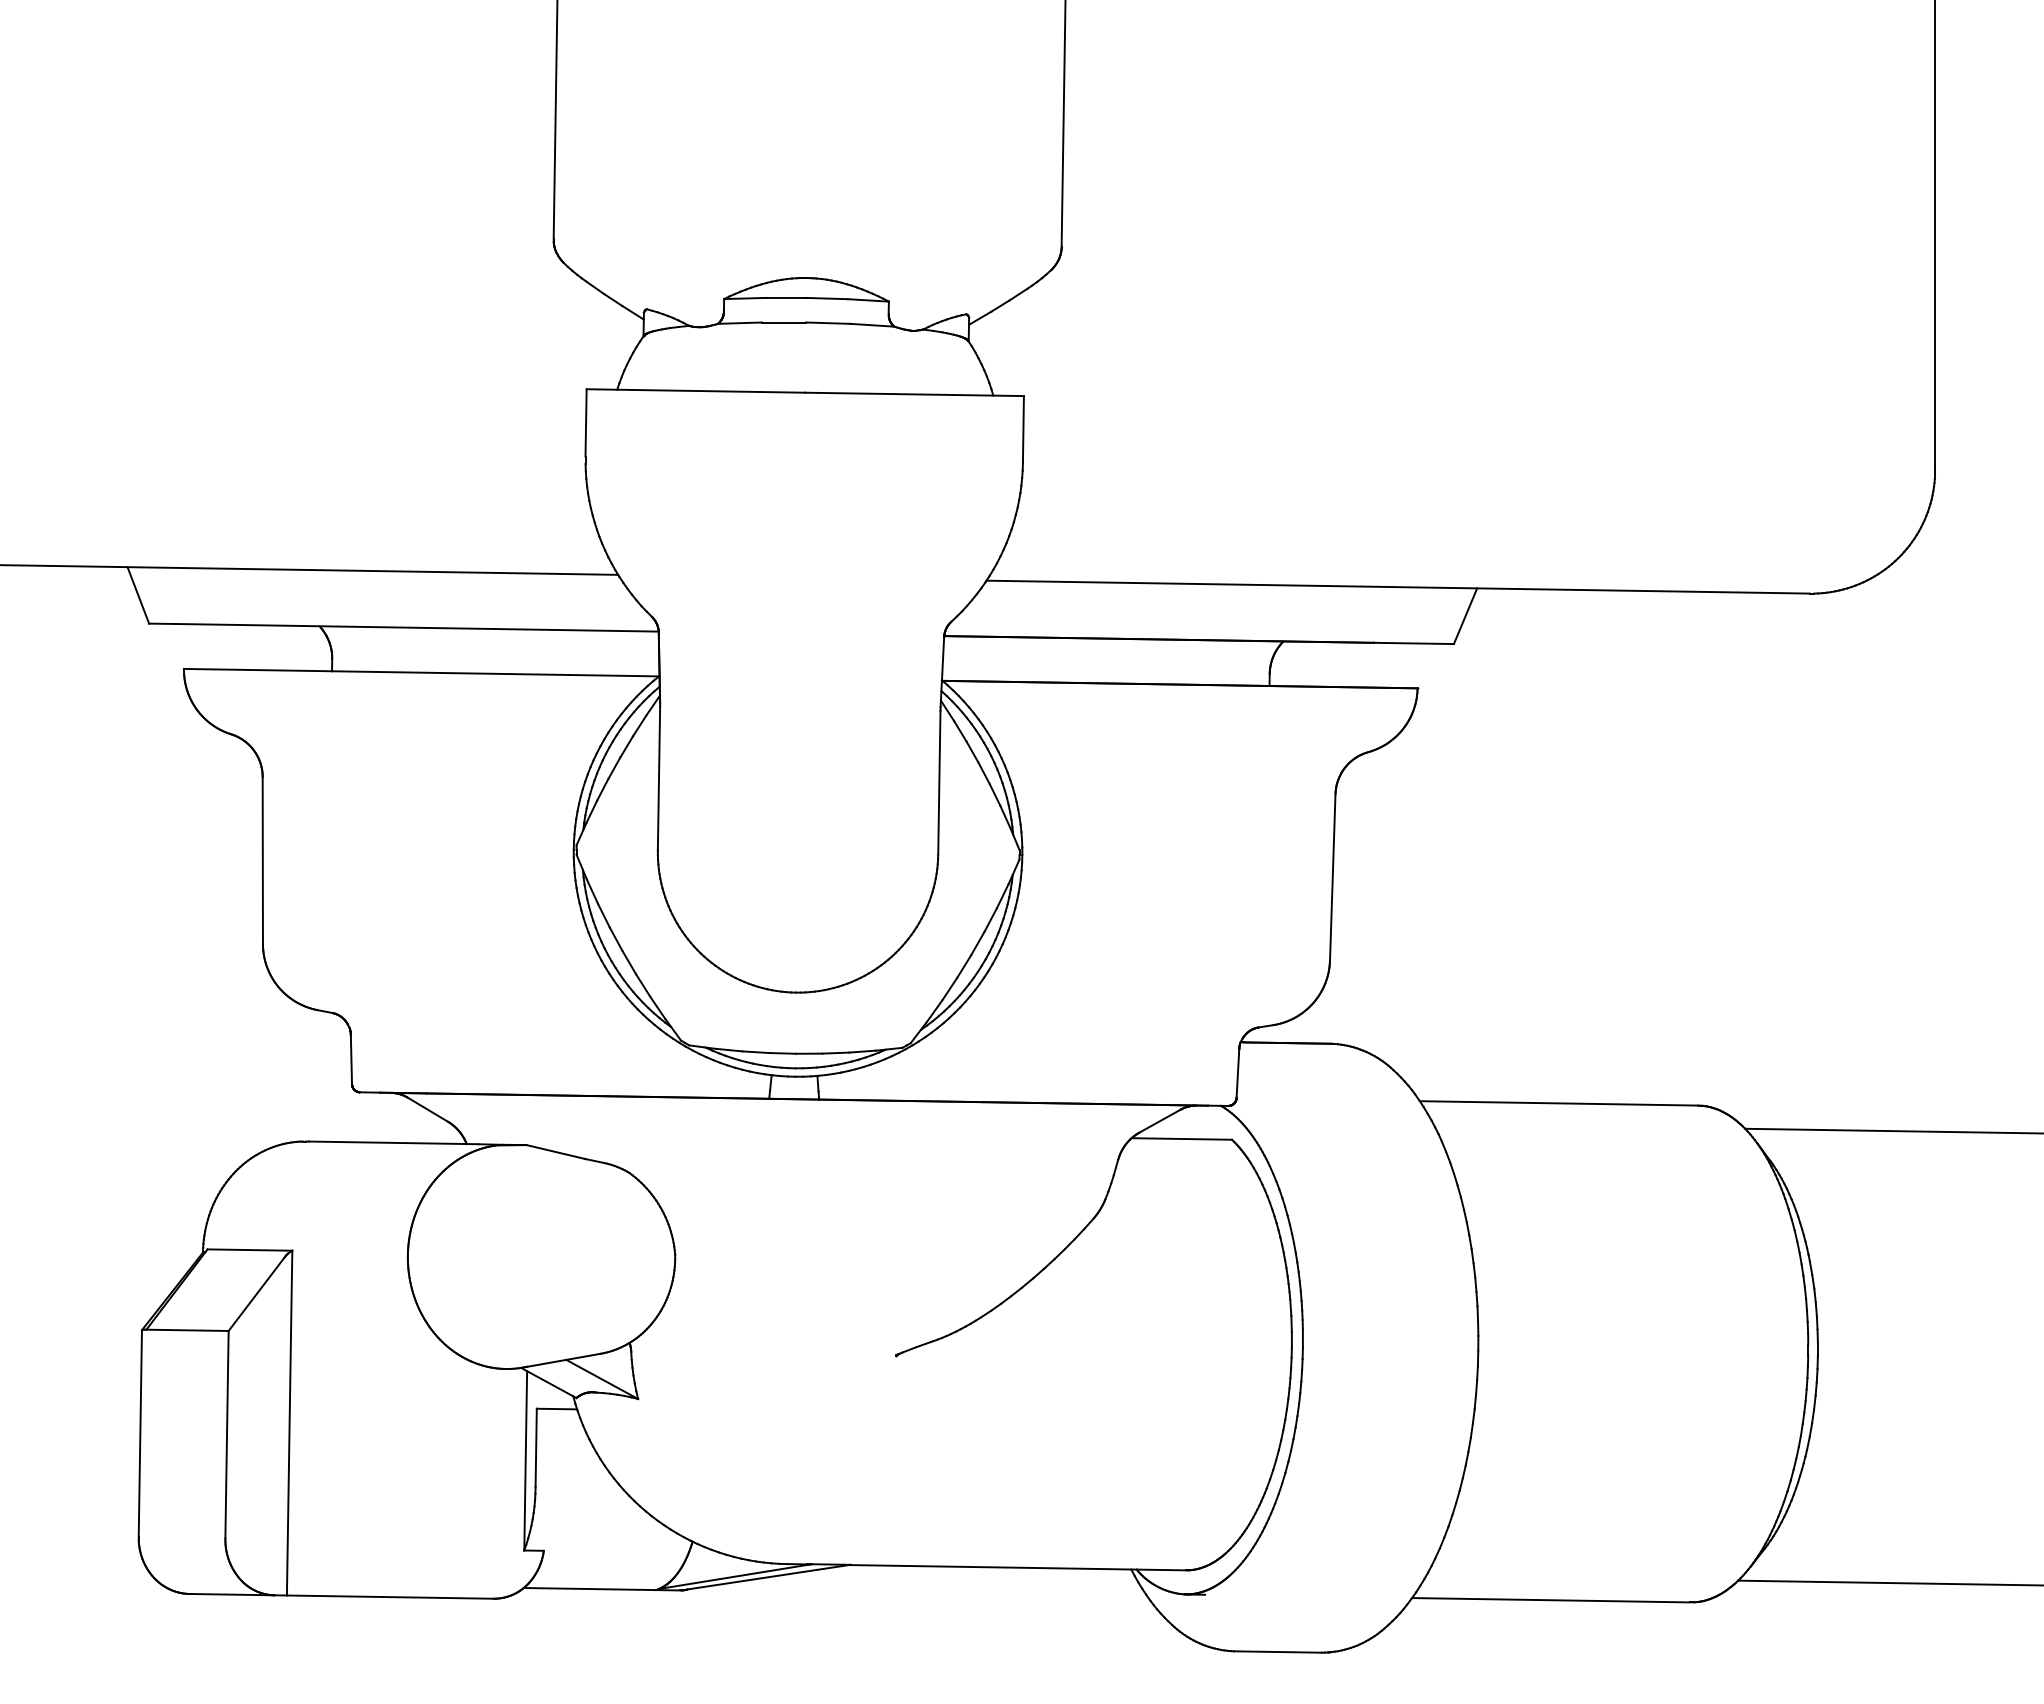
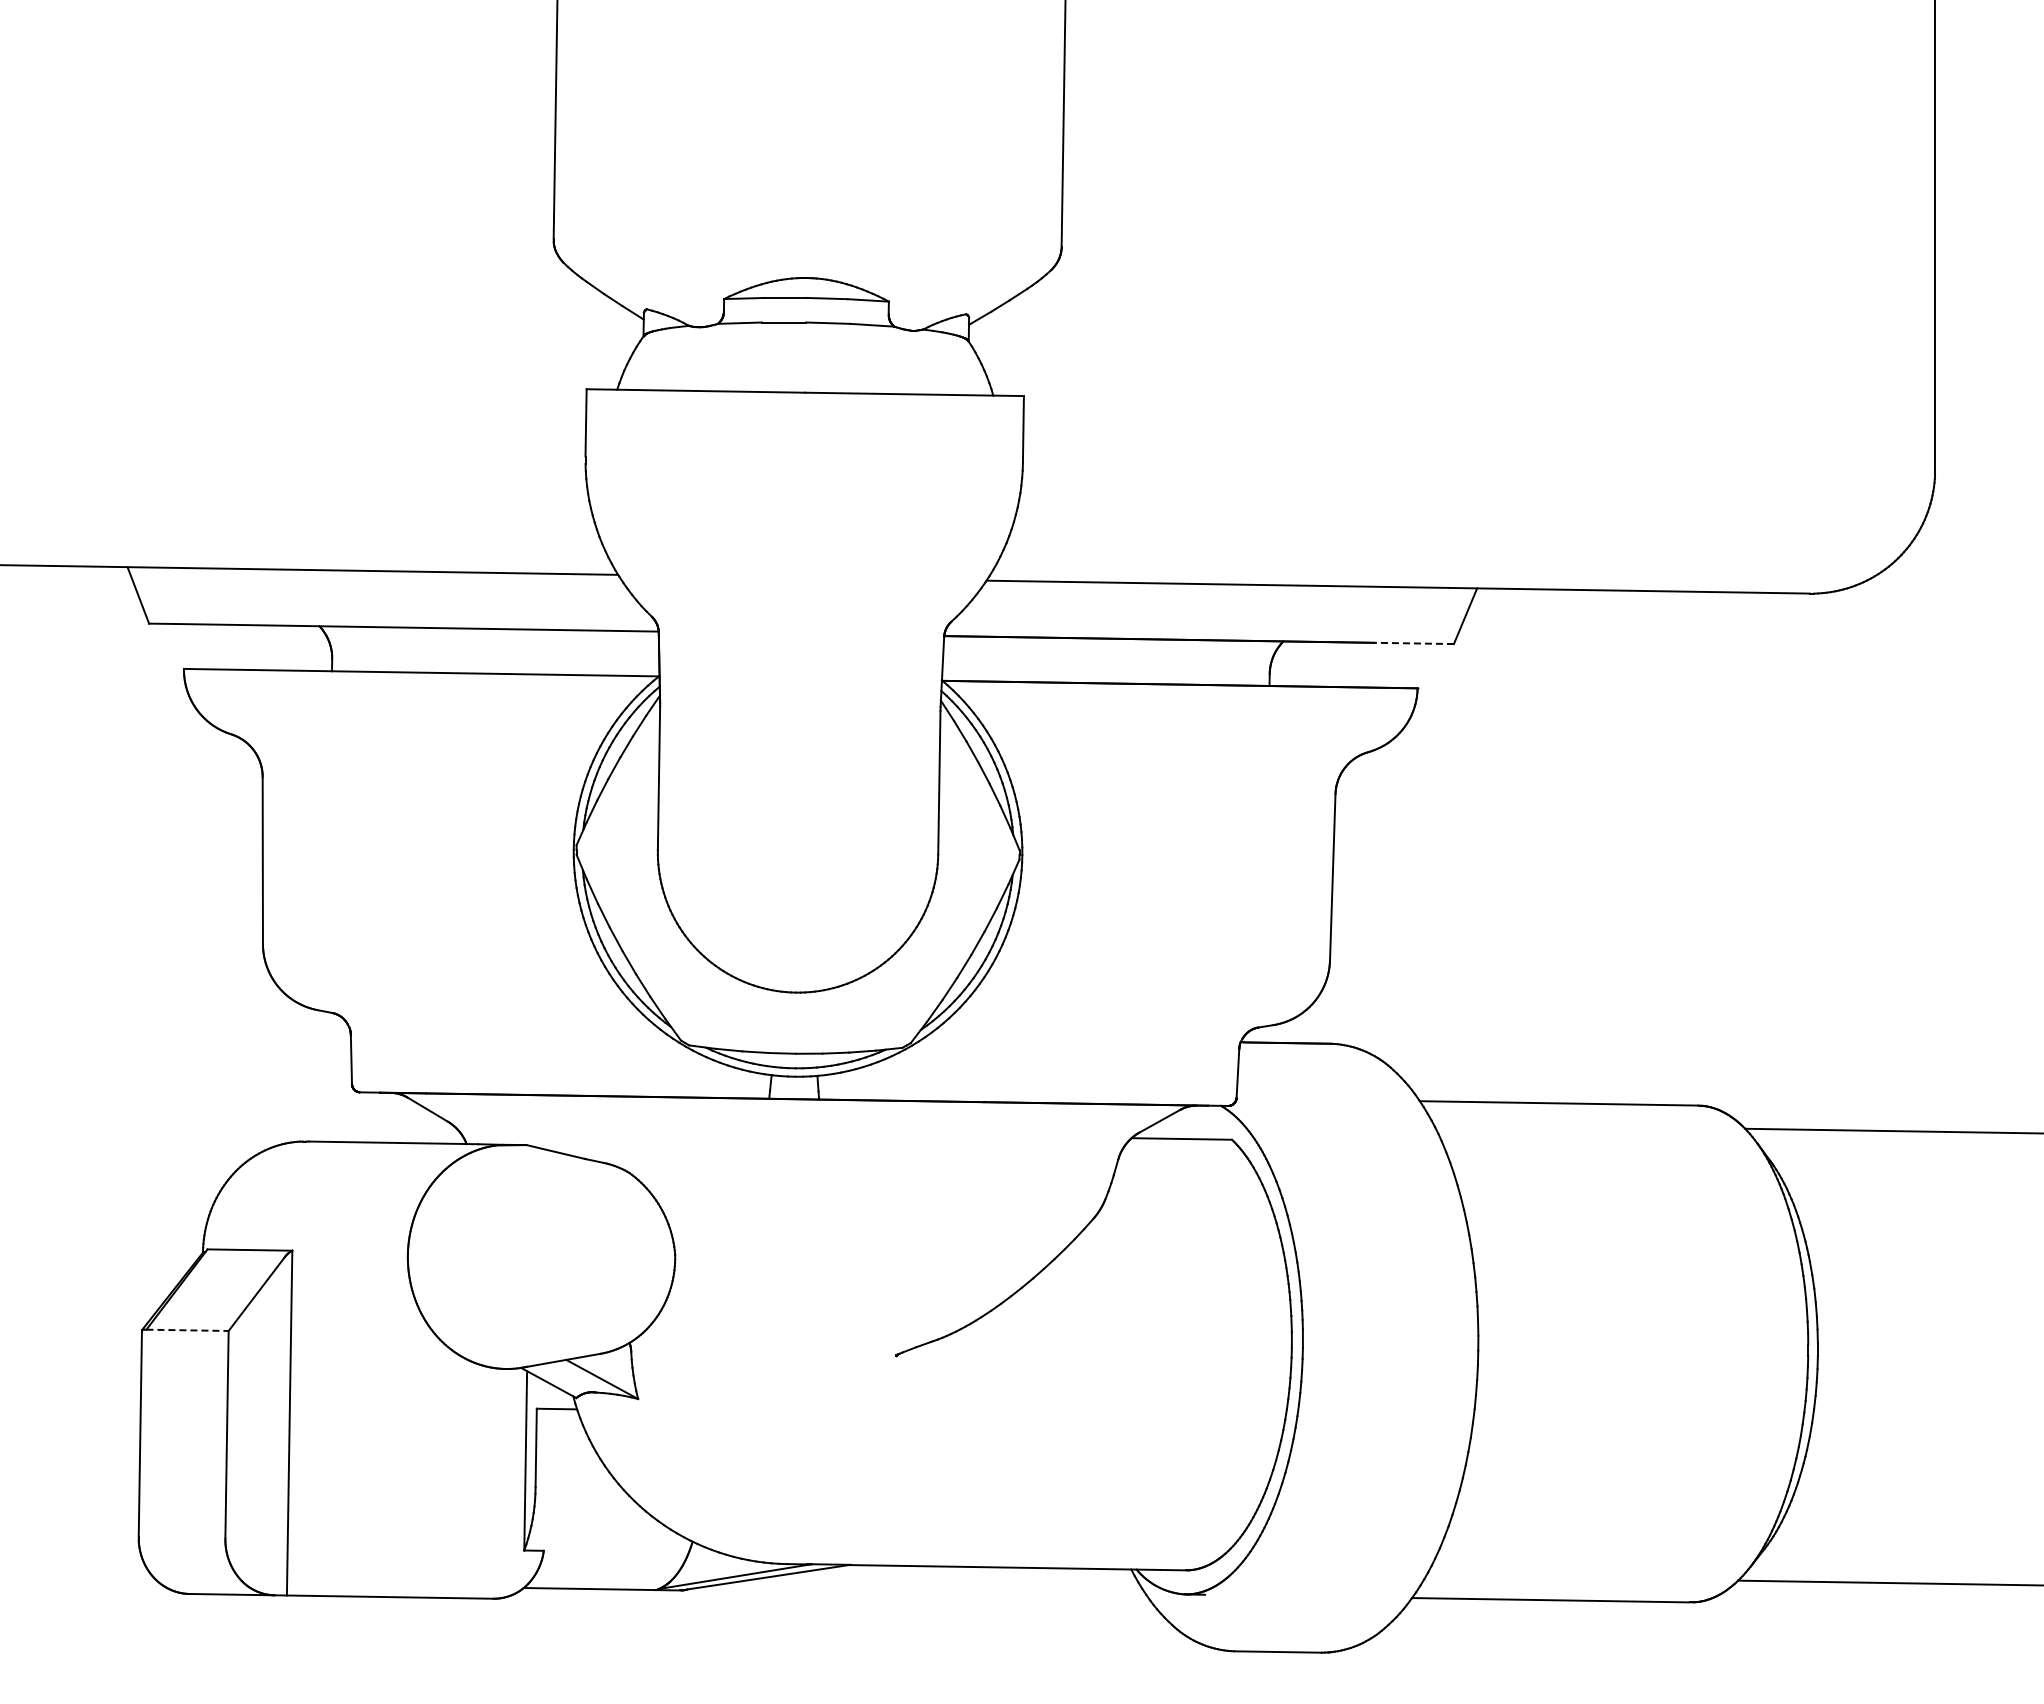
line at (1413, 643): solid -> dashed
line at (188, 1330): solid -> dashed
